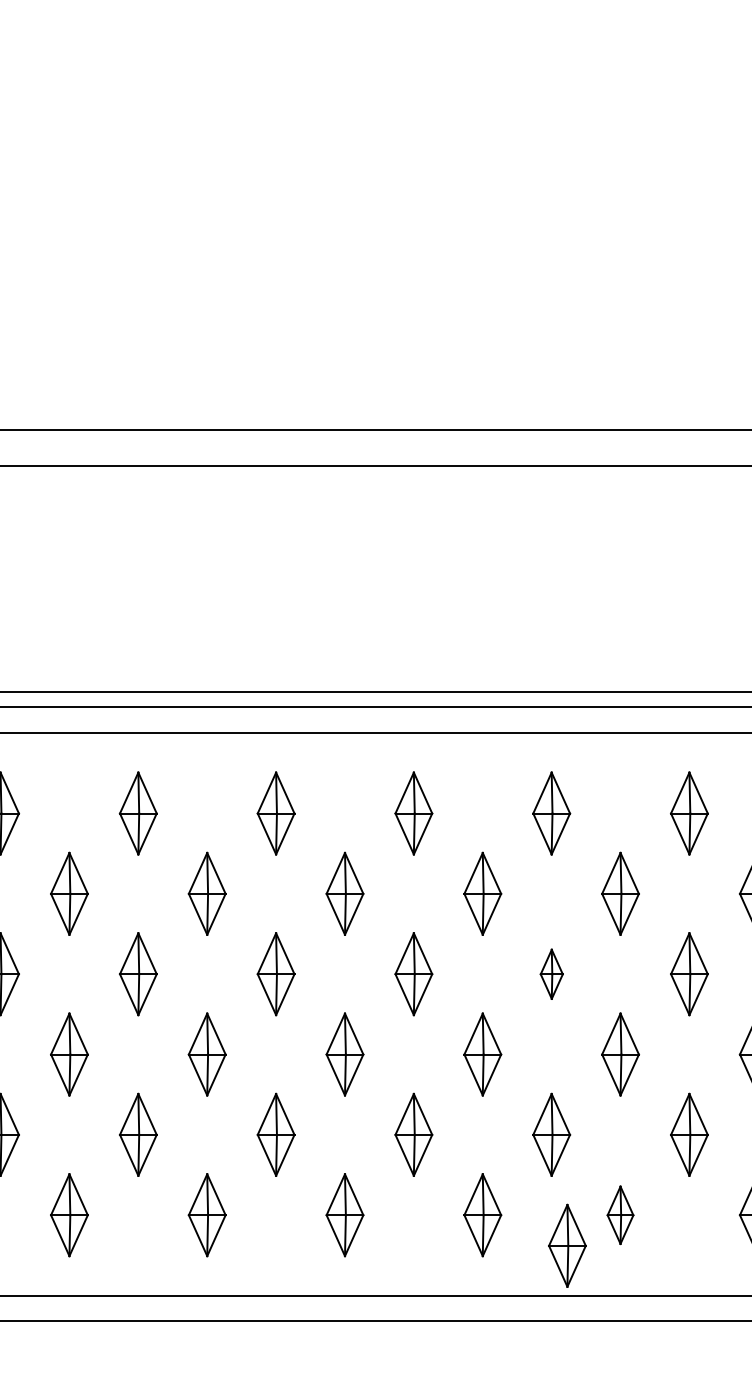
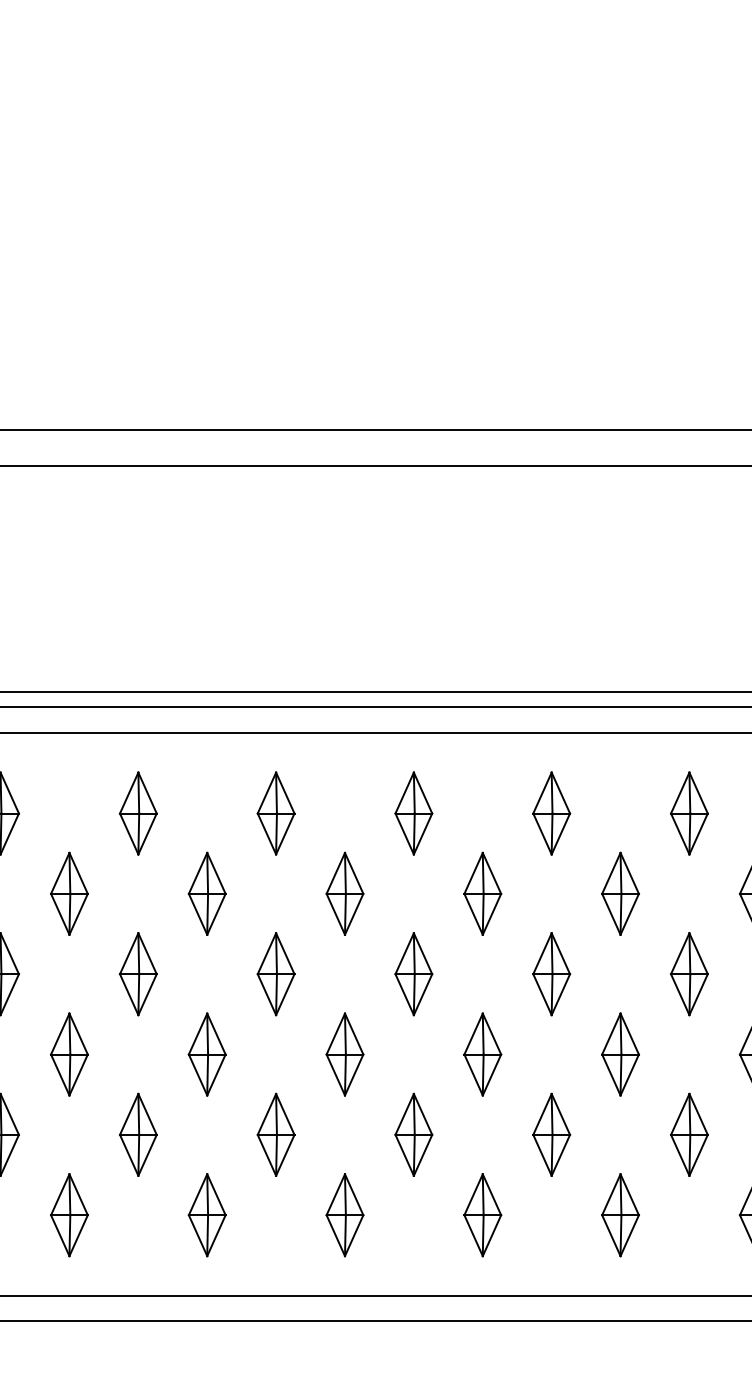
part at (551, 973) size: 25x52 px -> 40x85 px
part at (620, 1215) size: 29x61 px -> 39x85 px
part at (567, 1245): present -> none
